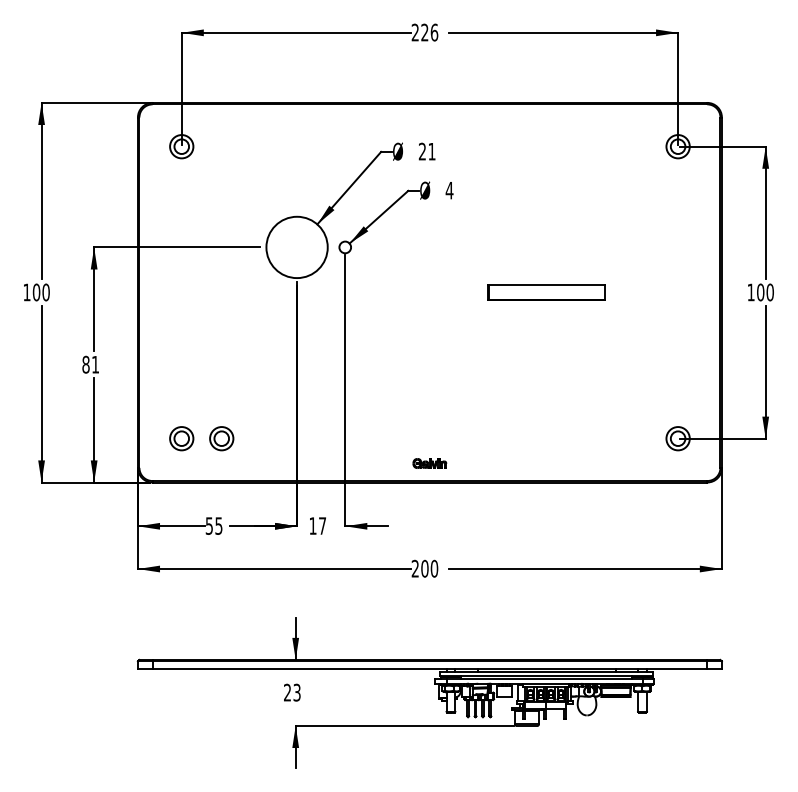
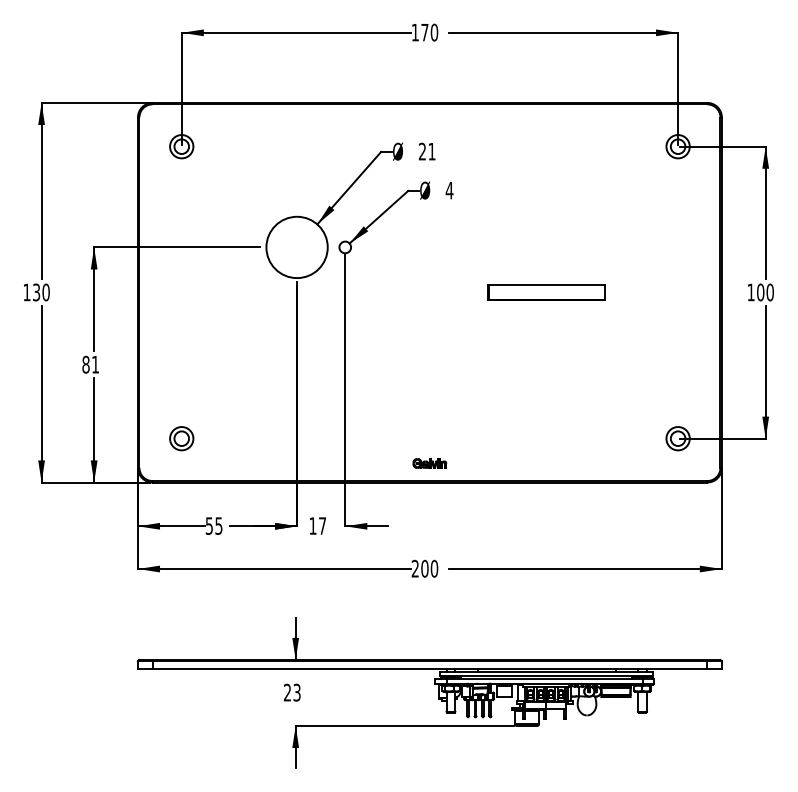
text at (424, 32): 226 -> 170
text at (36, 292): 100 -> 130
part at (221, 438): present -> none
